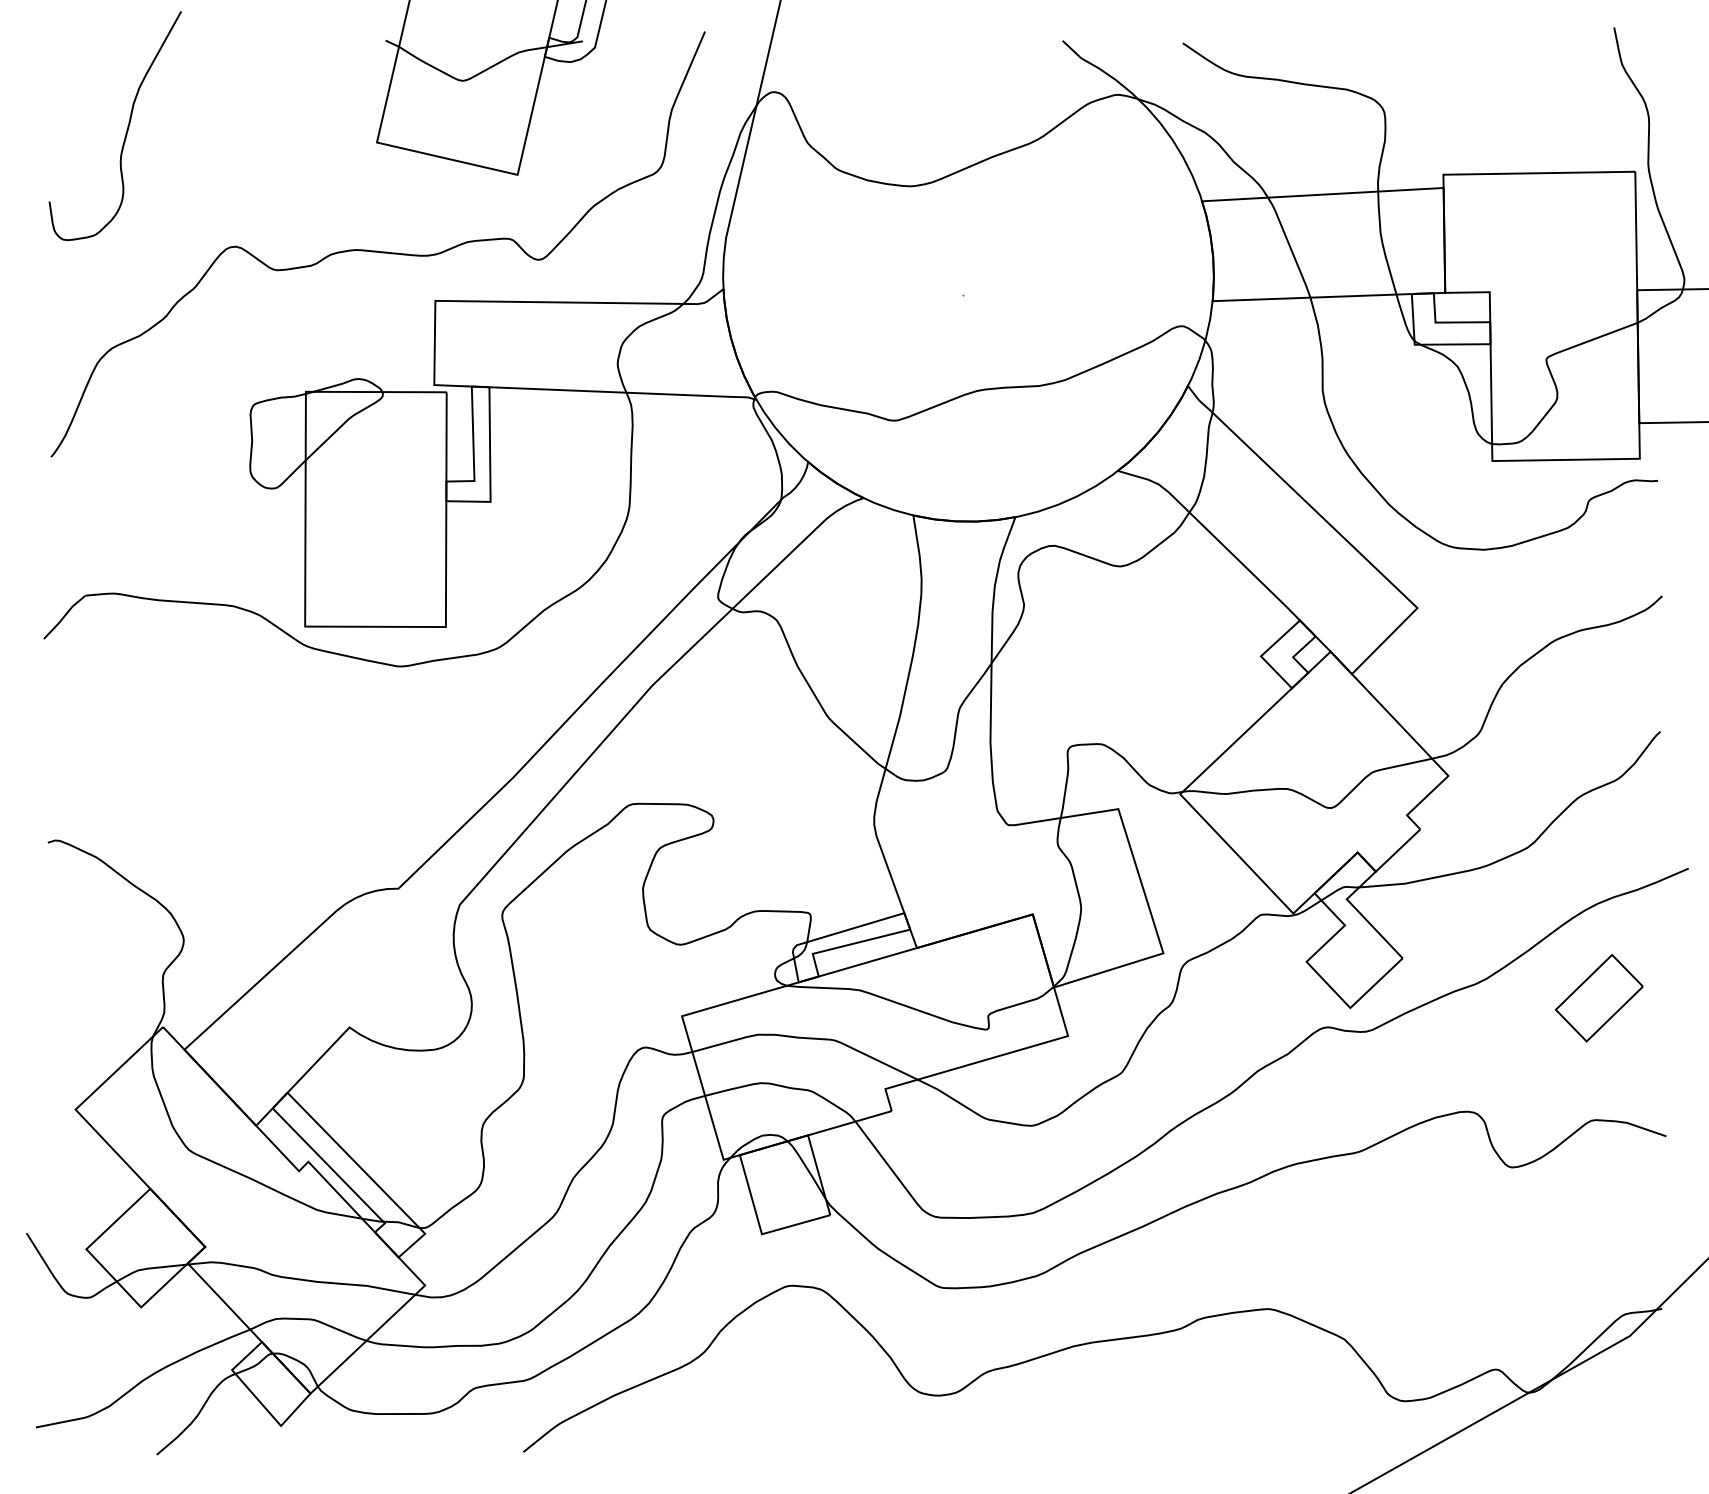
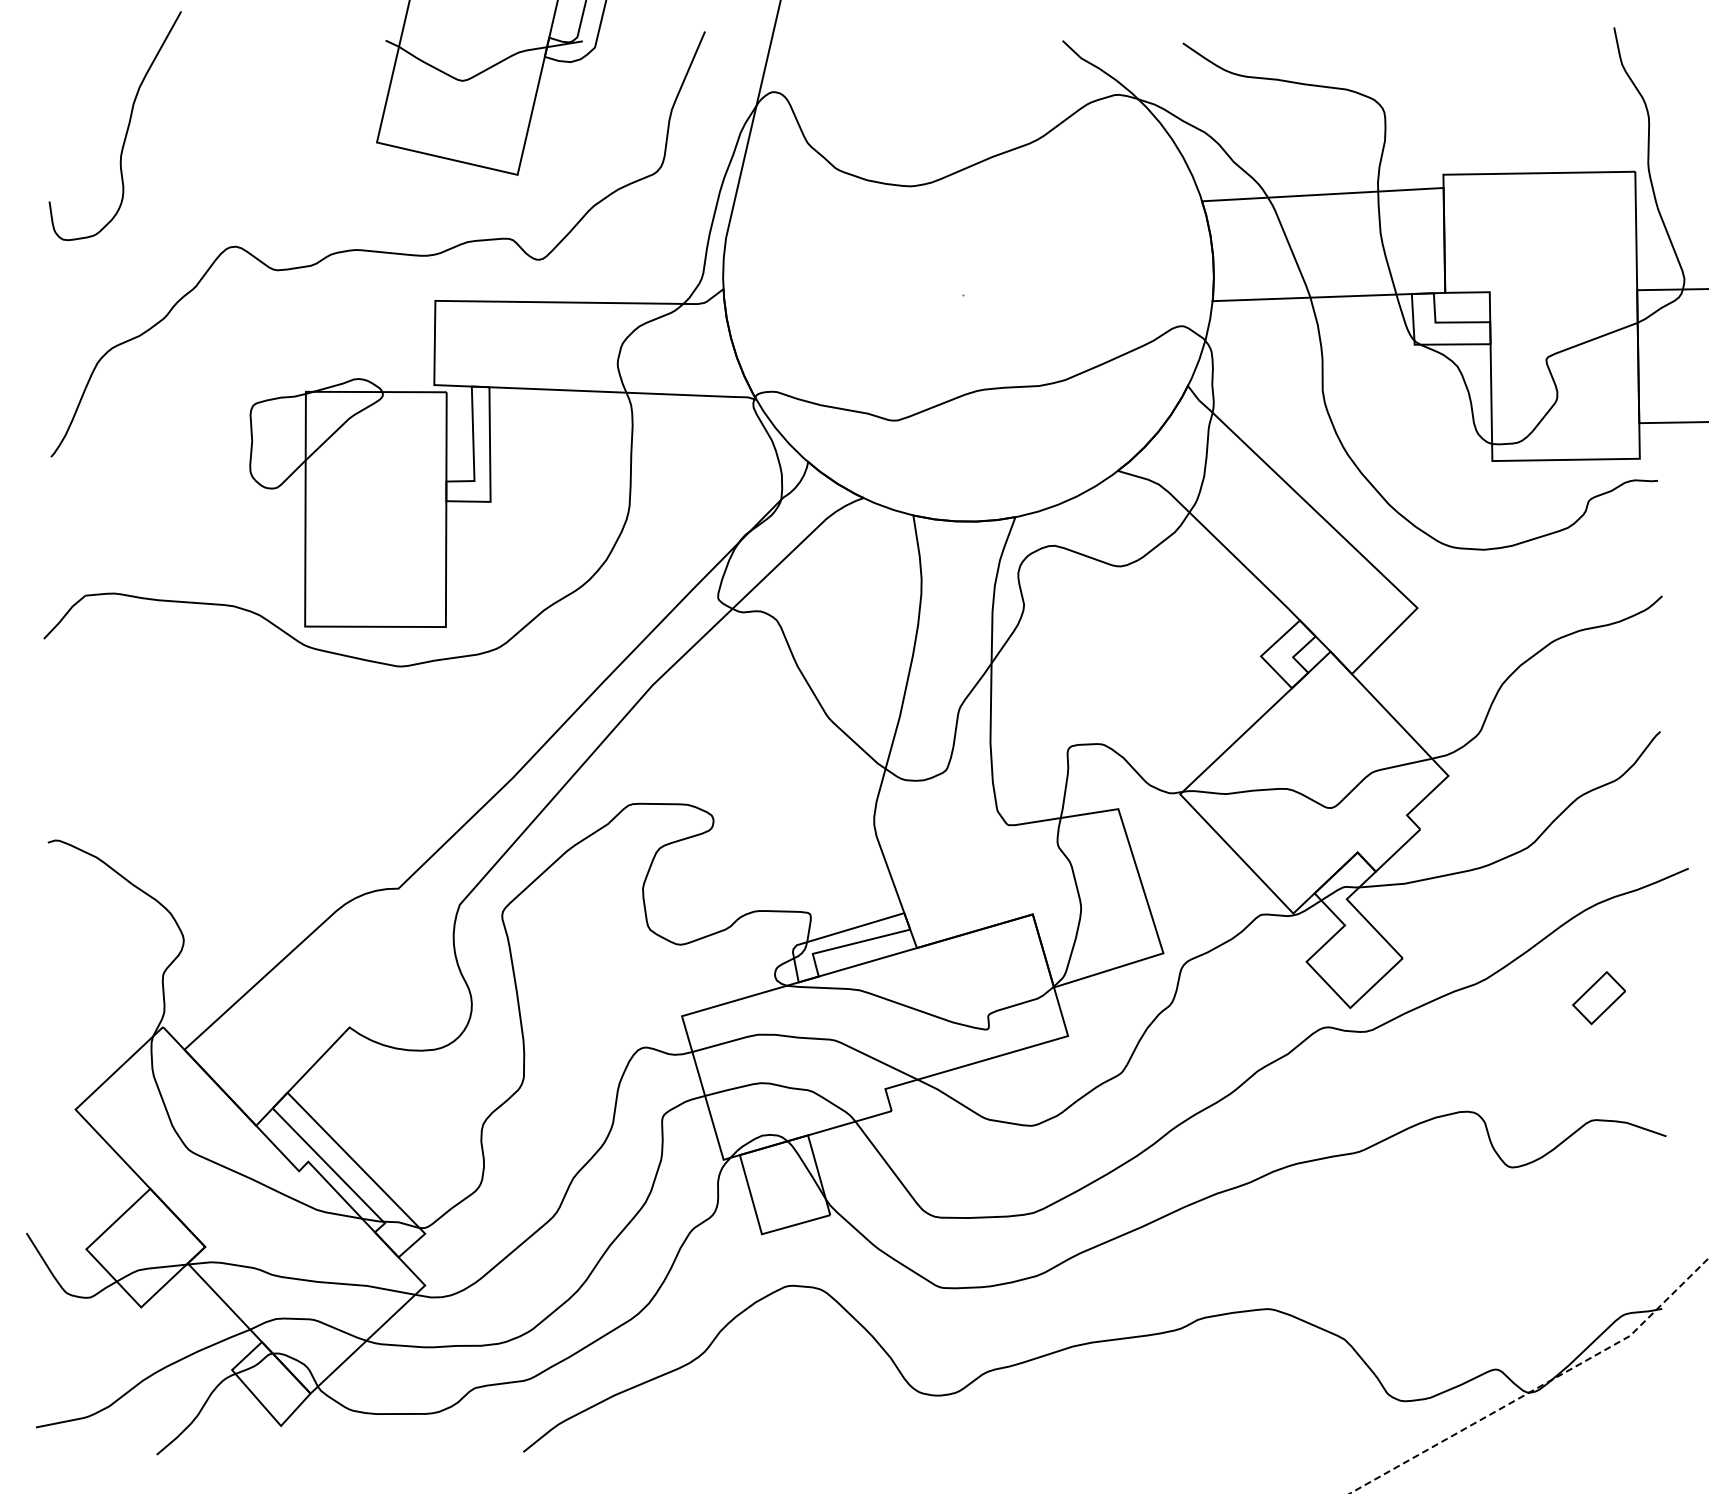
part at (1598, 997) size: 90x90 px -> 54x55 px
line at (1538, 1387): solid -> dashed
